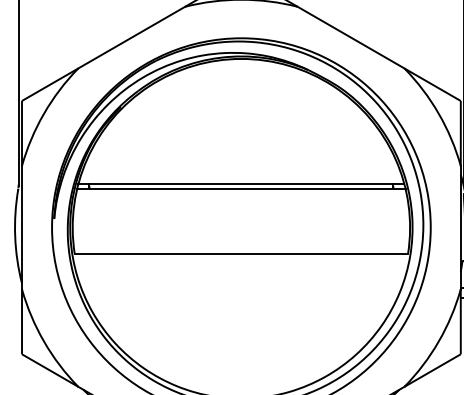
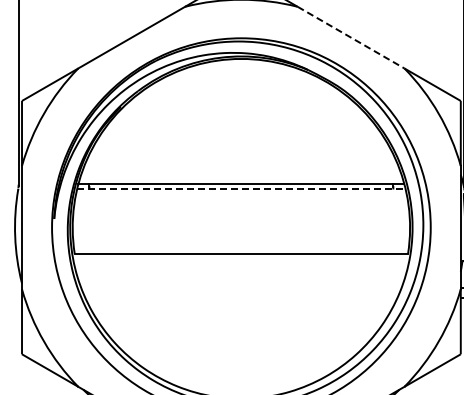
line at (351, 37): solid -> dashed
line at (241, 188): solid -> dashed
